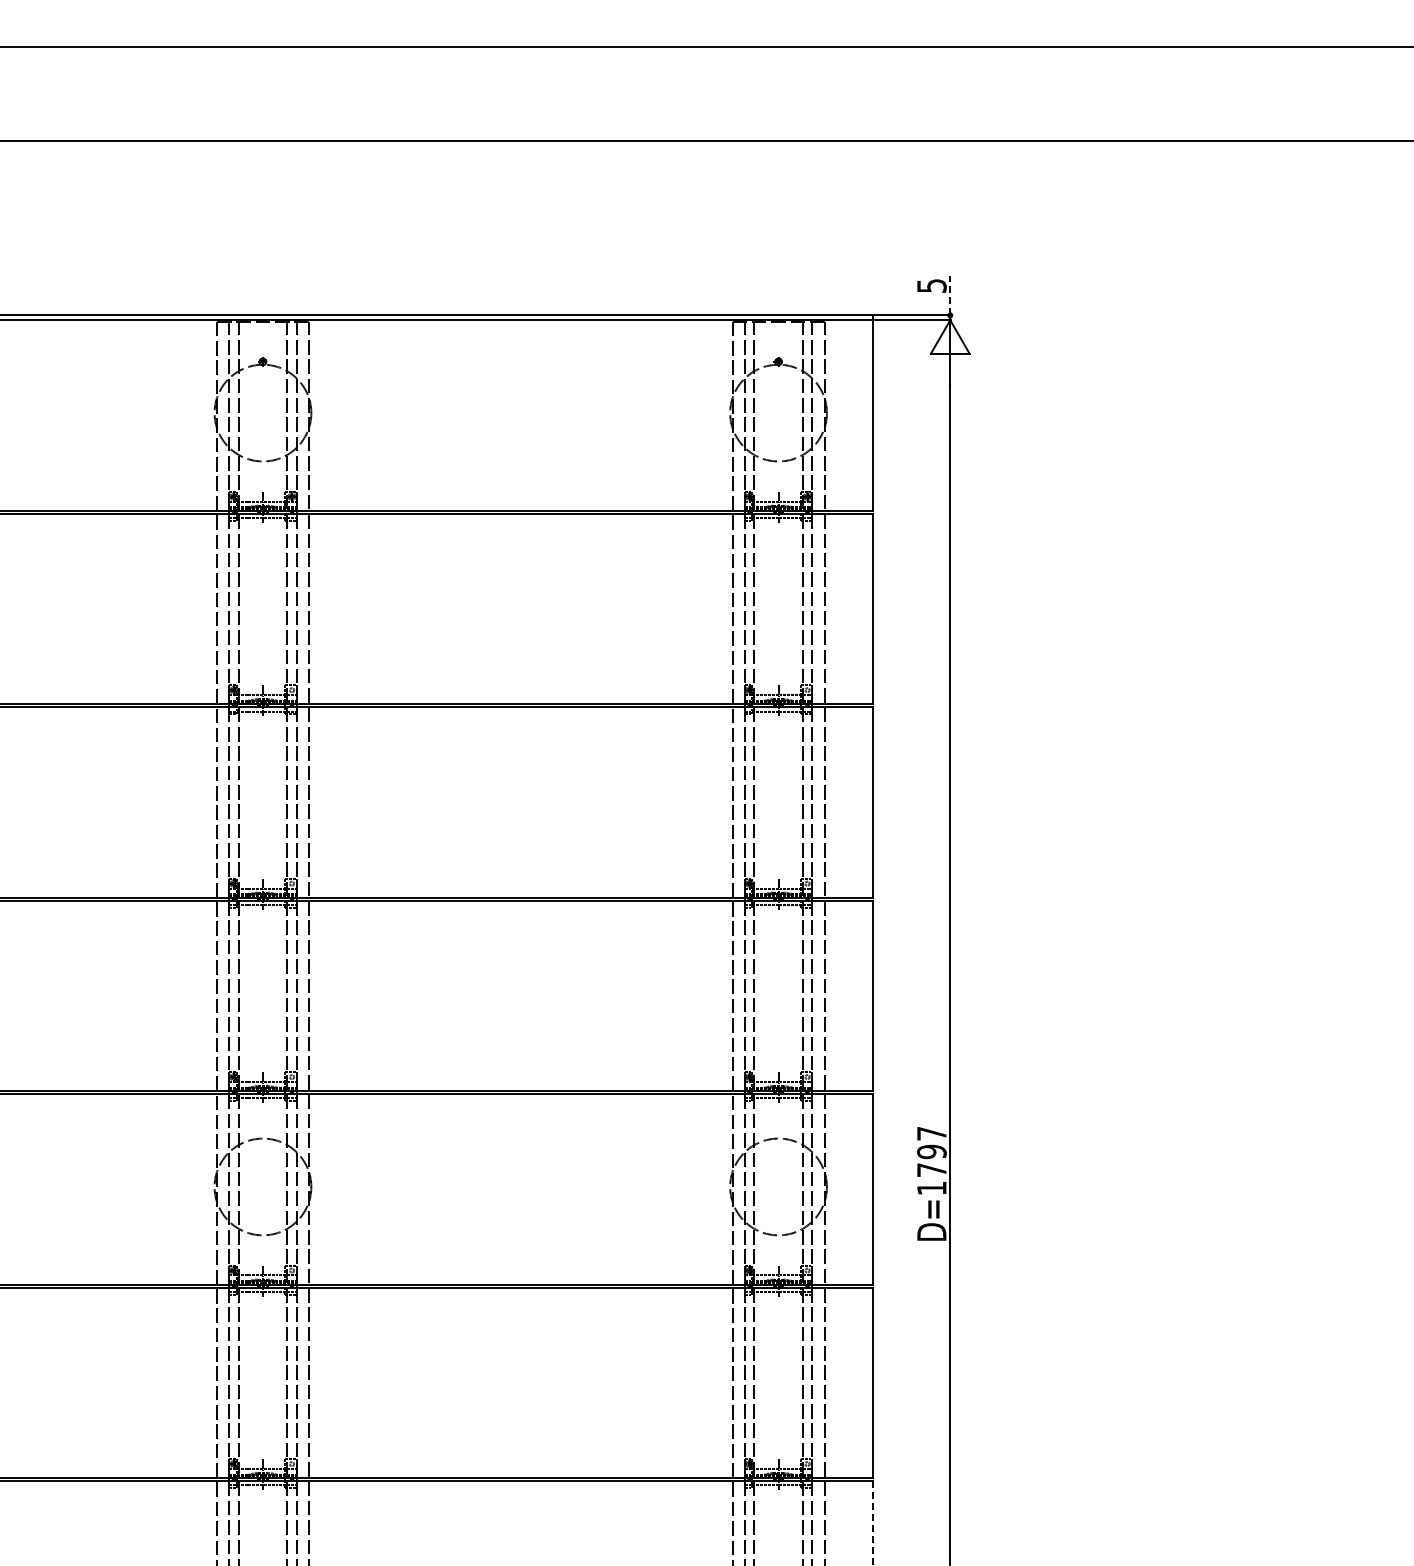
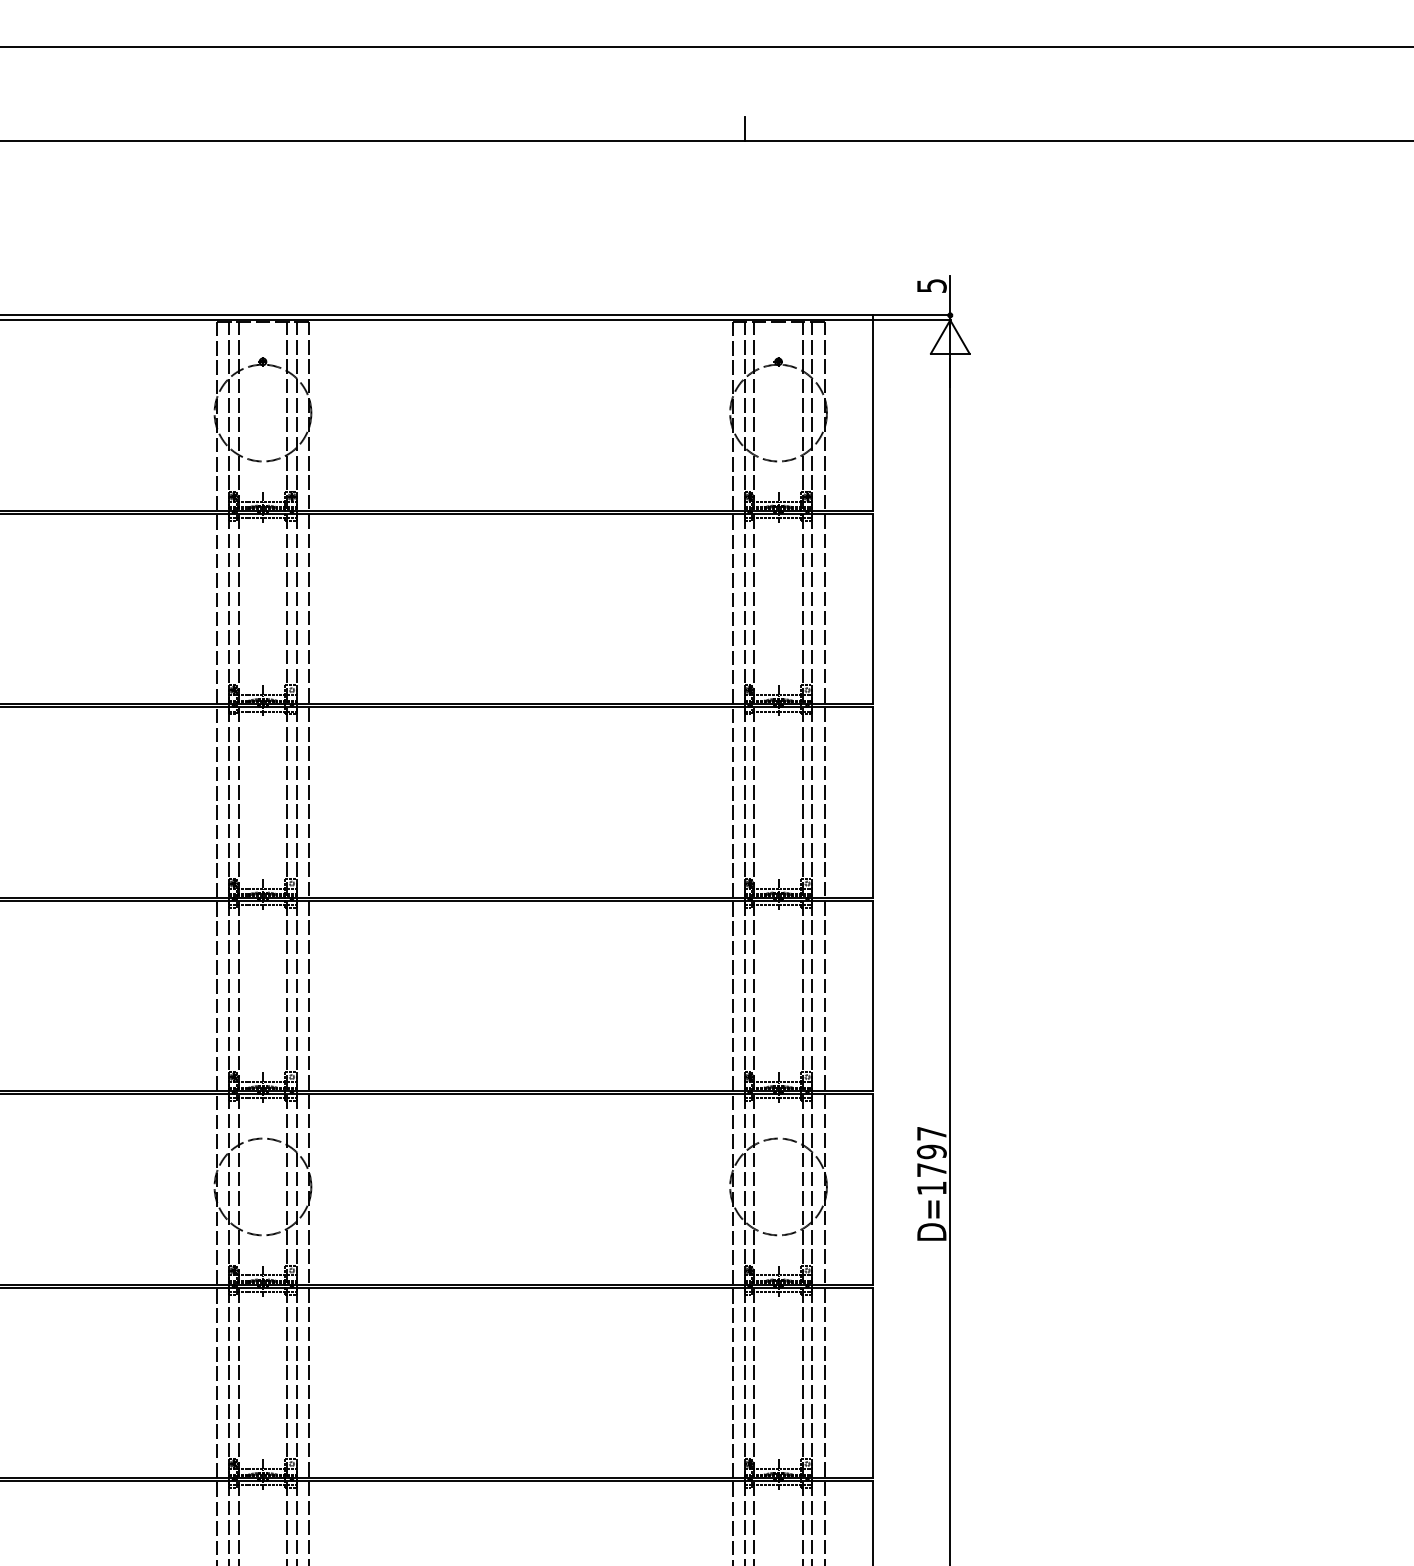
line at (744, 129): none -> present
line at (950, 295): dashed -> solid
line at (872, 1523): dashed -> solid
